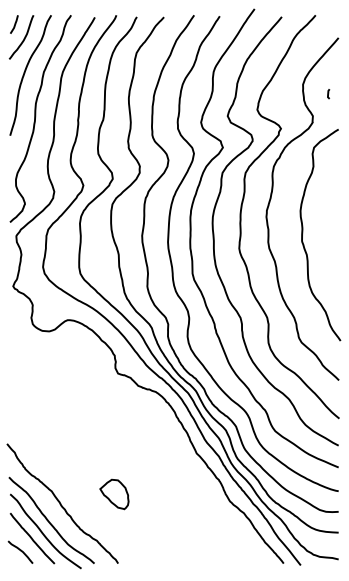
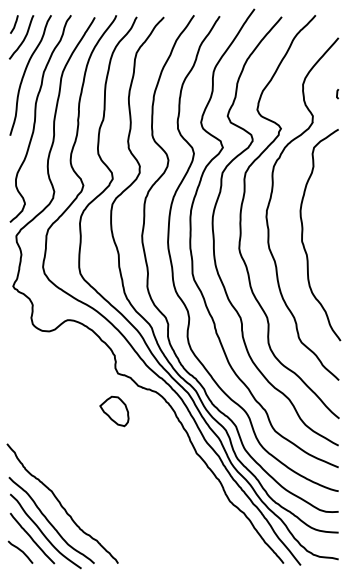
curve at (328, 94) position: (328, 94) -> (337, 94)
part at (114, 494) position: (114, 494) -> (114, 411)
